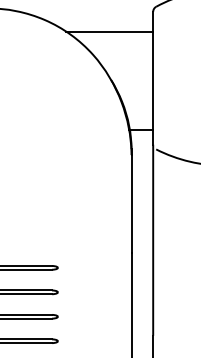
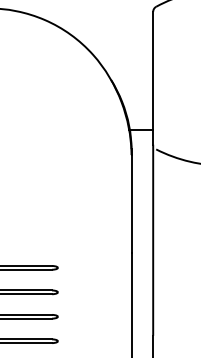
line at (109, 31): present -> none
